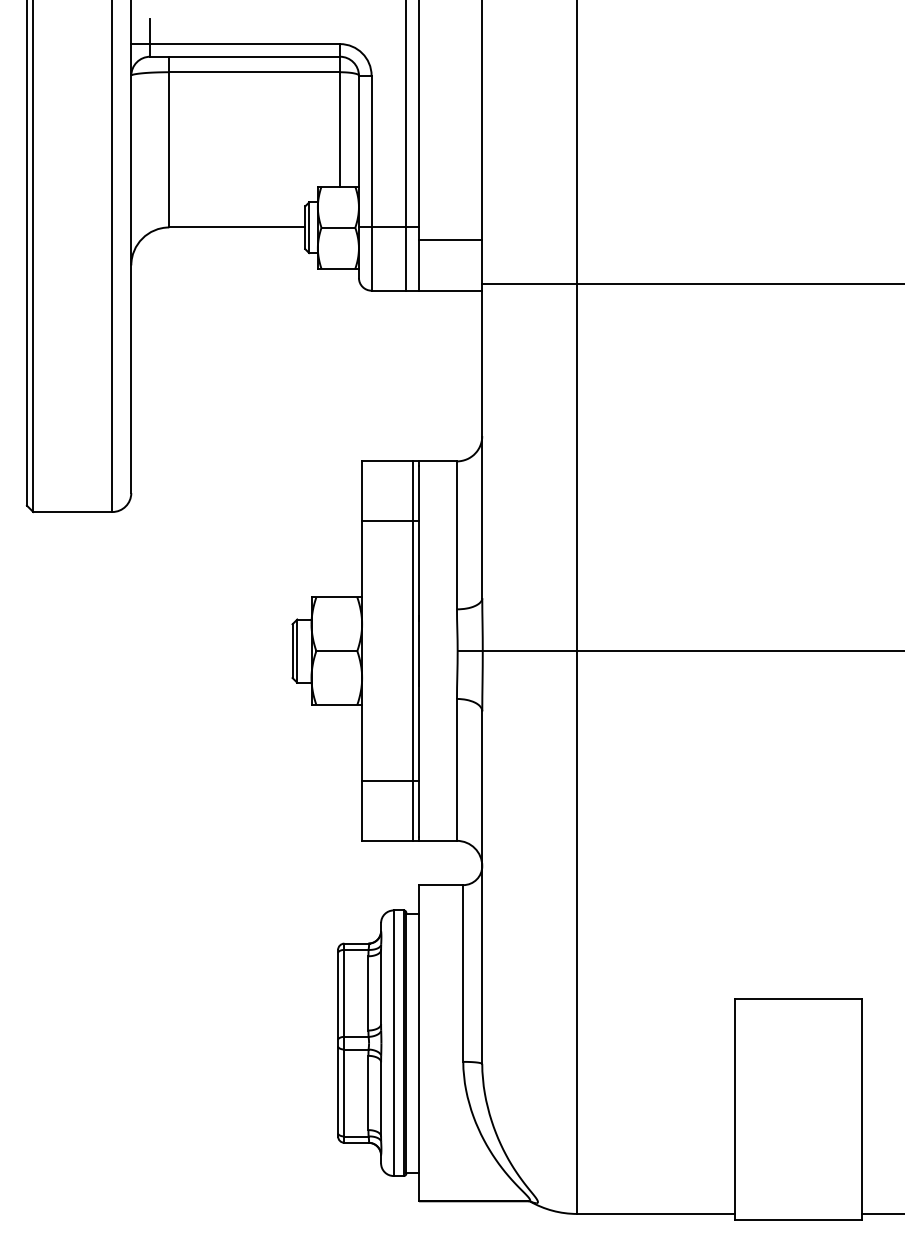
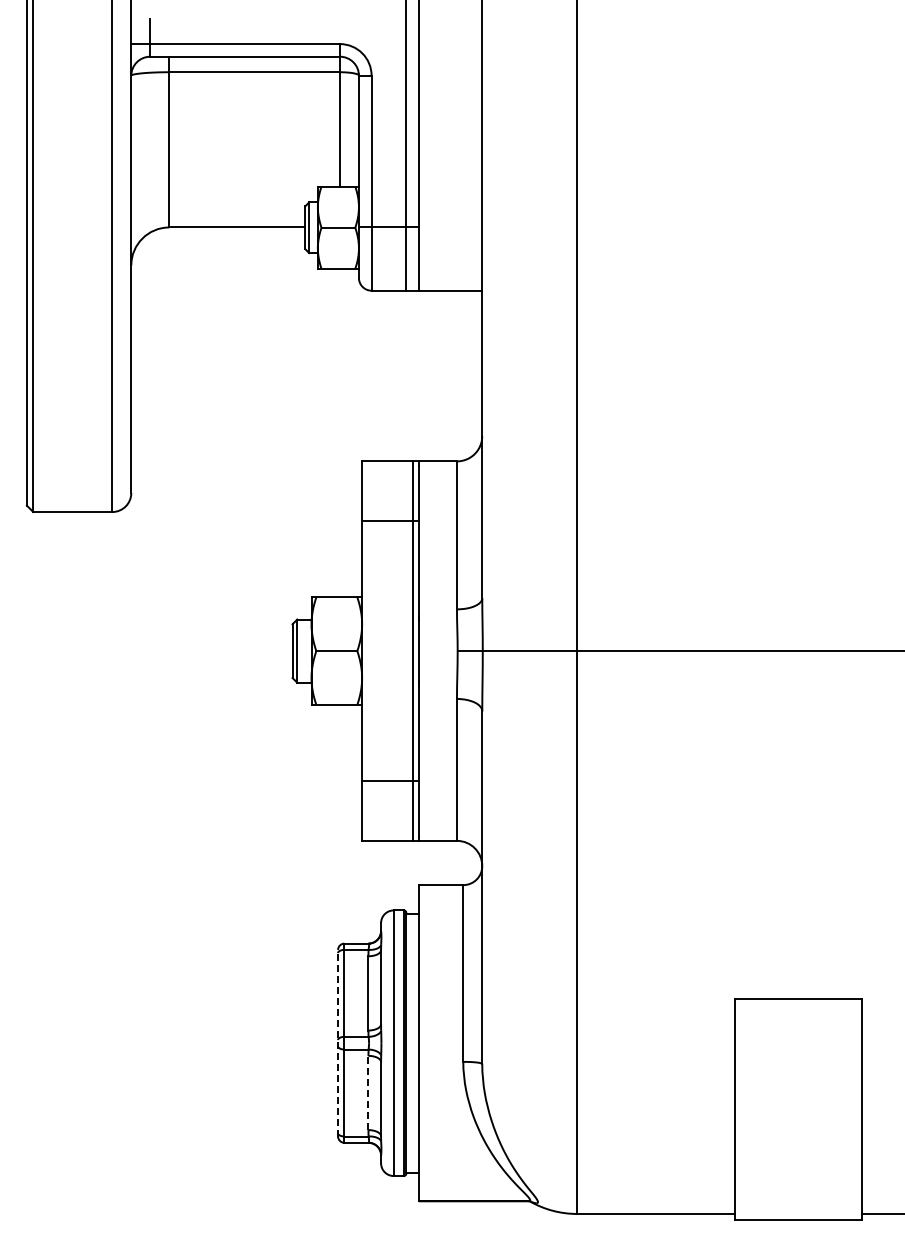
line at (450, 240): present -> none
line at (691, 284): present -> none
line at (338, 1042): solid -> dashed
line at (368, 1092): solid -> dashed
